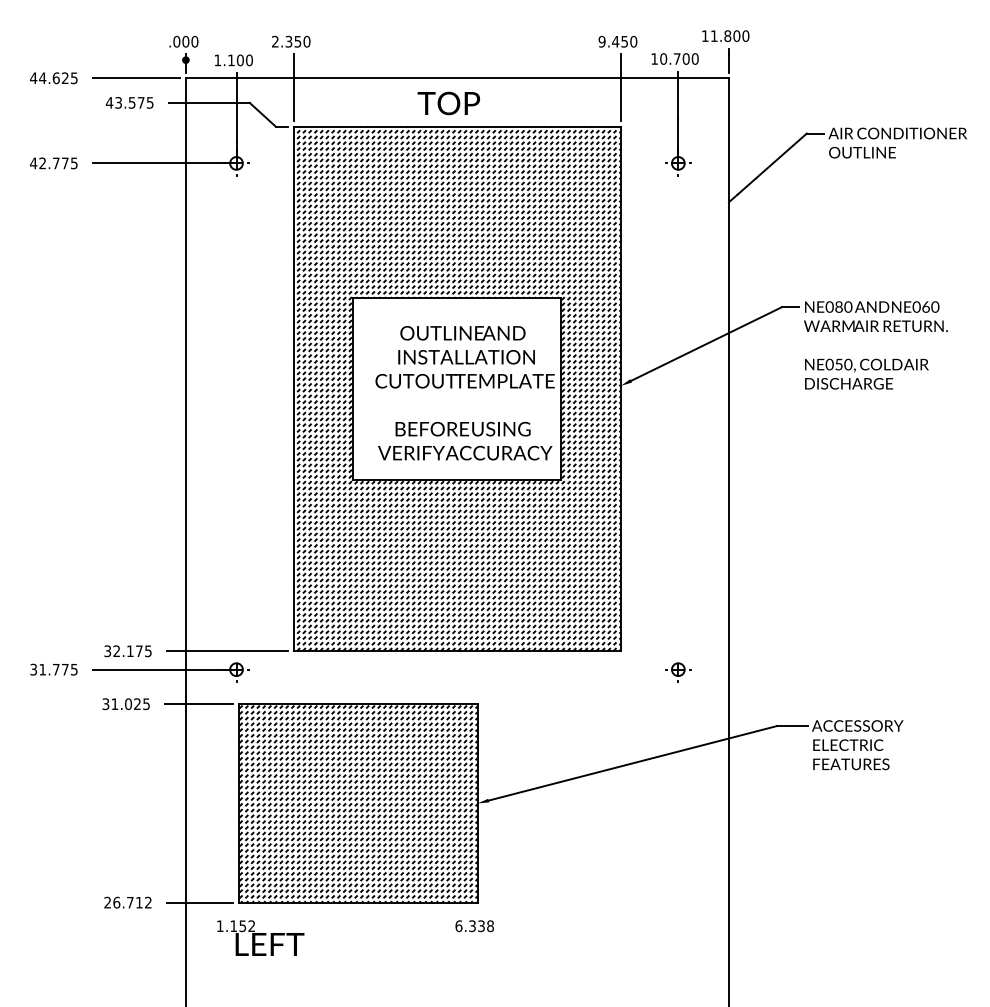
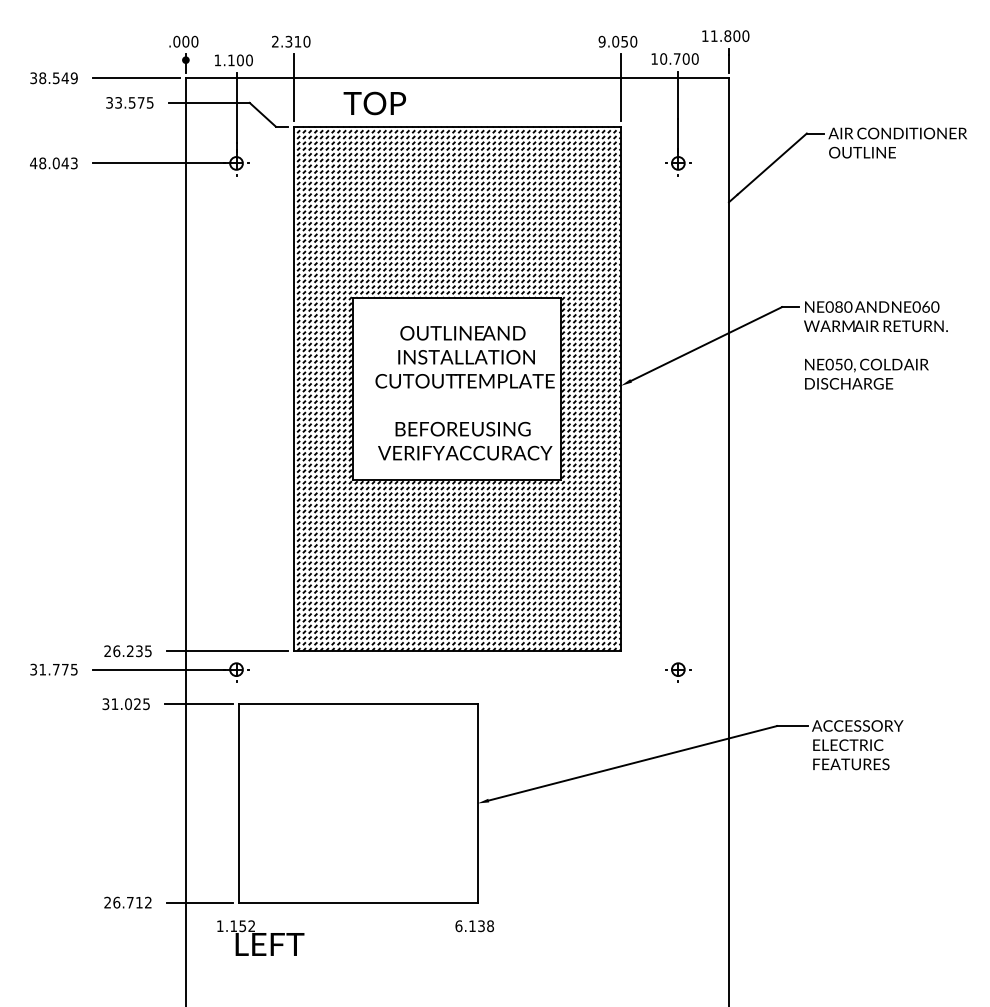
text at (297, 41): 2.350 -> 2.310
text at (615, 41): 9.450 -> 9.050
text at (53, 78): 44.625 -> 38.549
text at (109, 102): 43.575 -> 33.575
text at (448, 103) position: (448, 103) -> (374, 103)
text at (58, 163): 42.775 -> 48.043
text at (123, 651): 32.175 -> 26.235
hatch at (358, 803): present -> none
text at (472, 926): 6.338 -> 6.138
